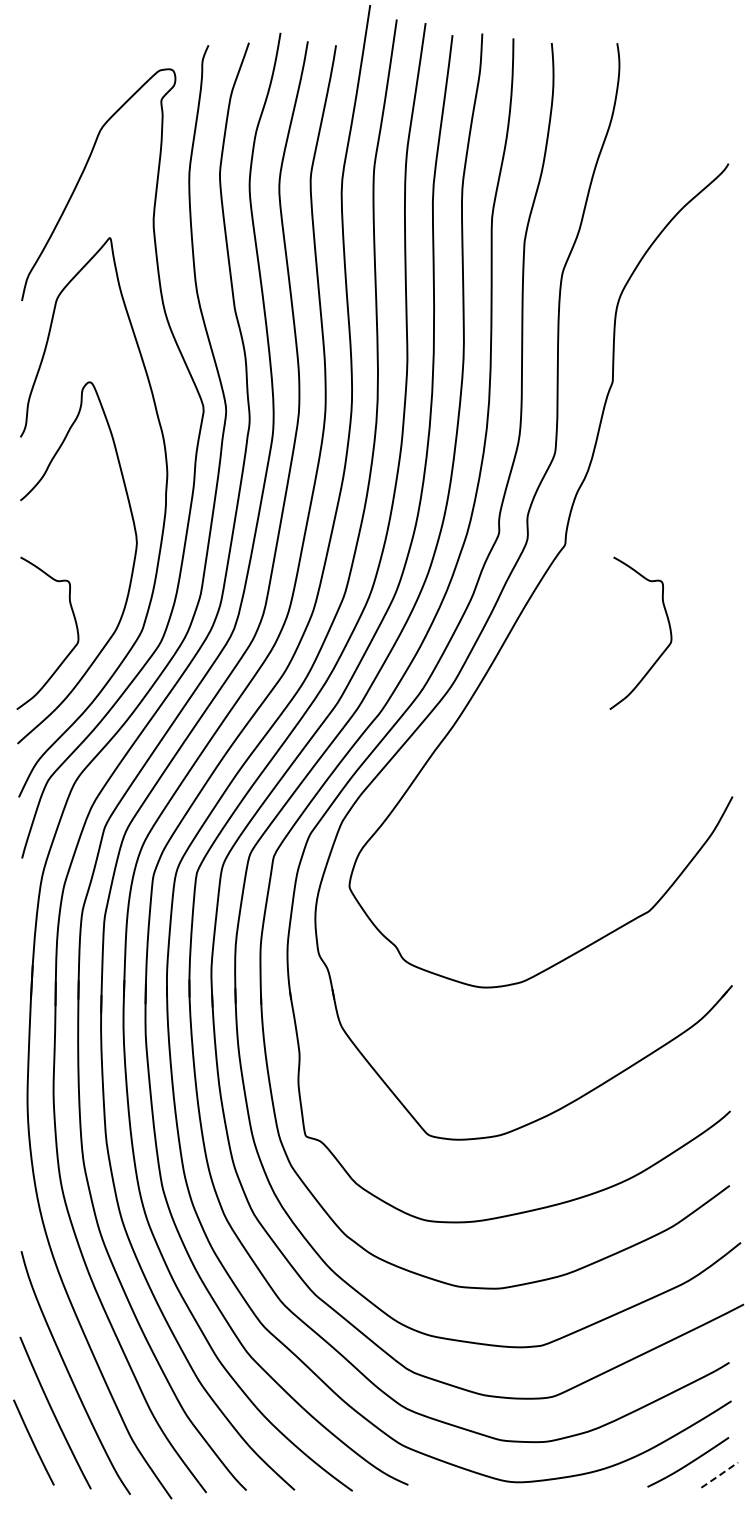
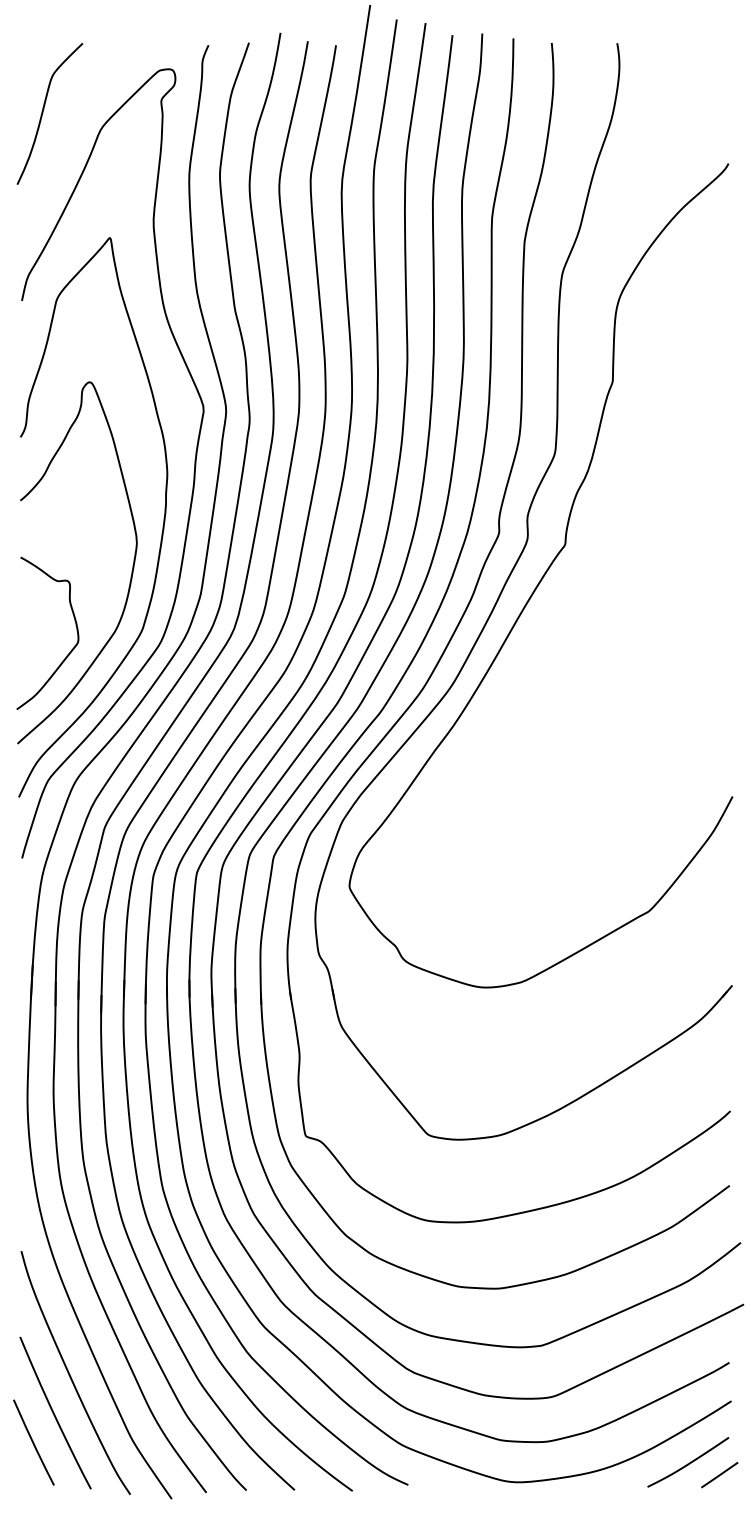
curve at (43, 113): none -> present
curve at (668, 625): present -> none
line at (719, 1475): dashed -> solid
